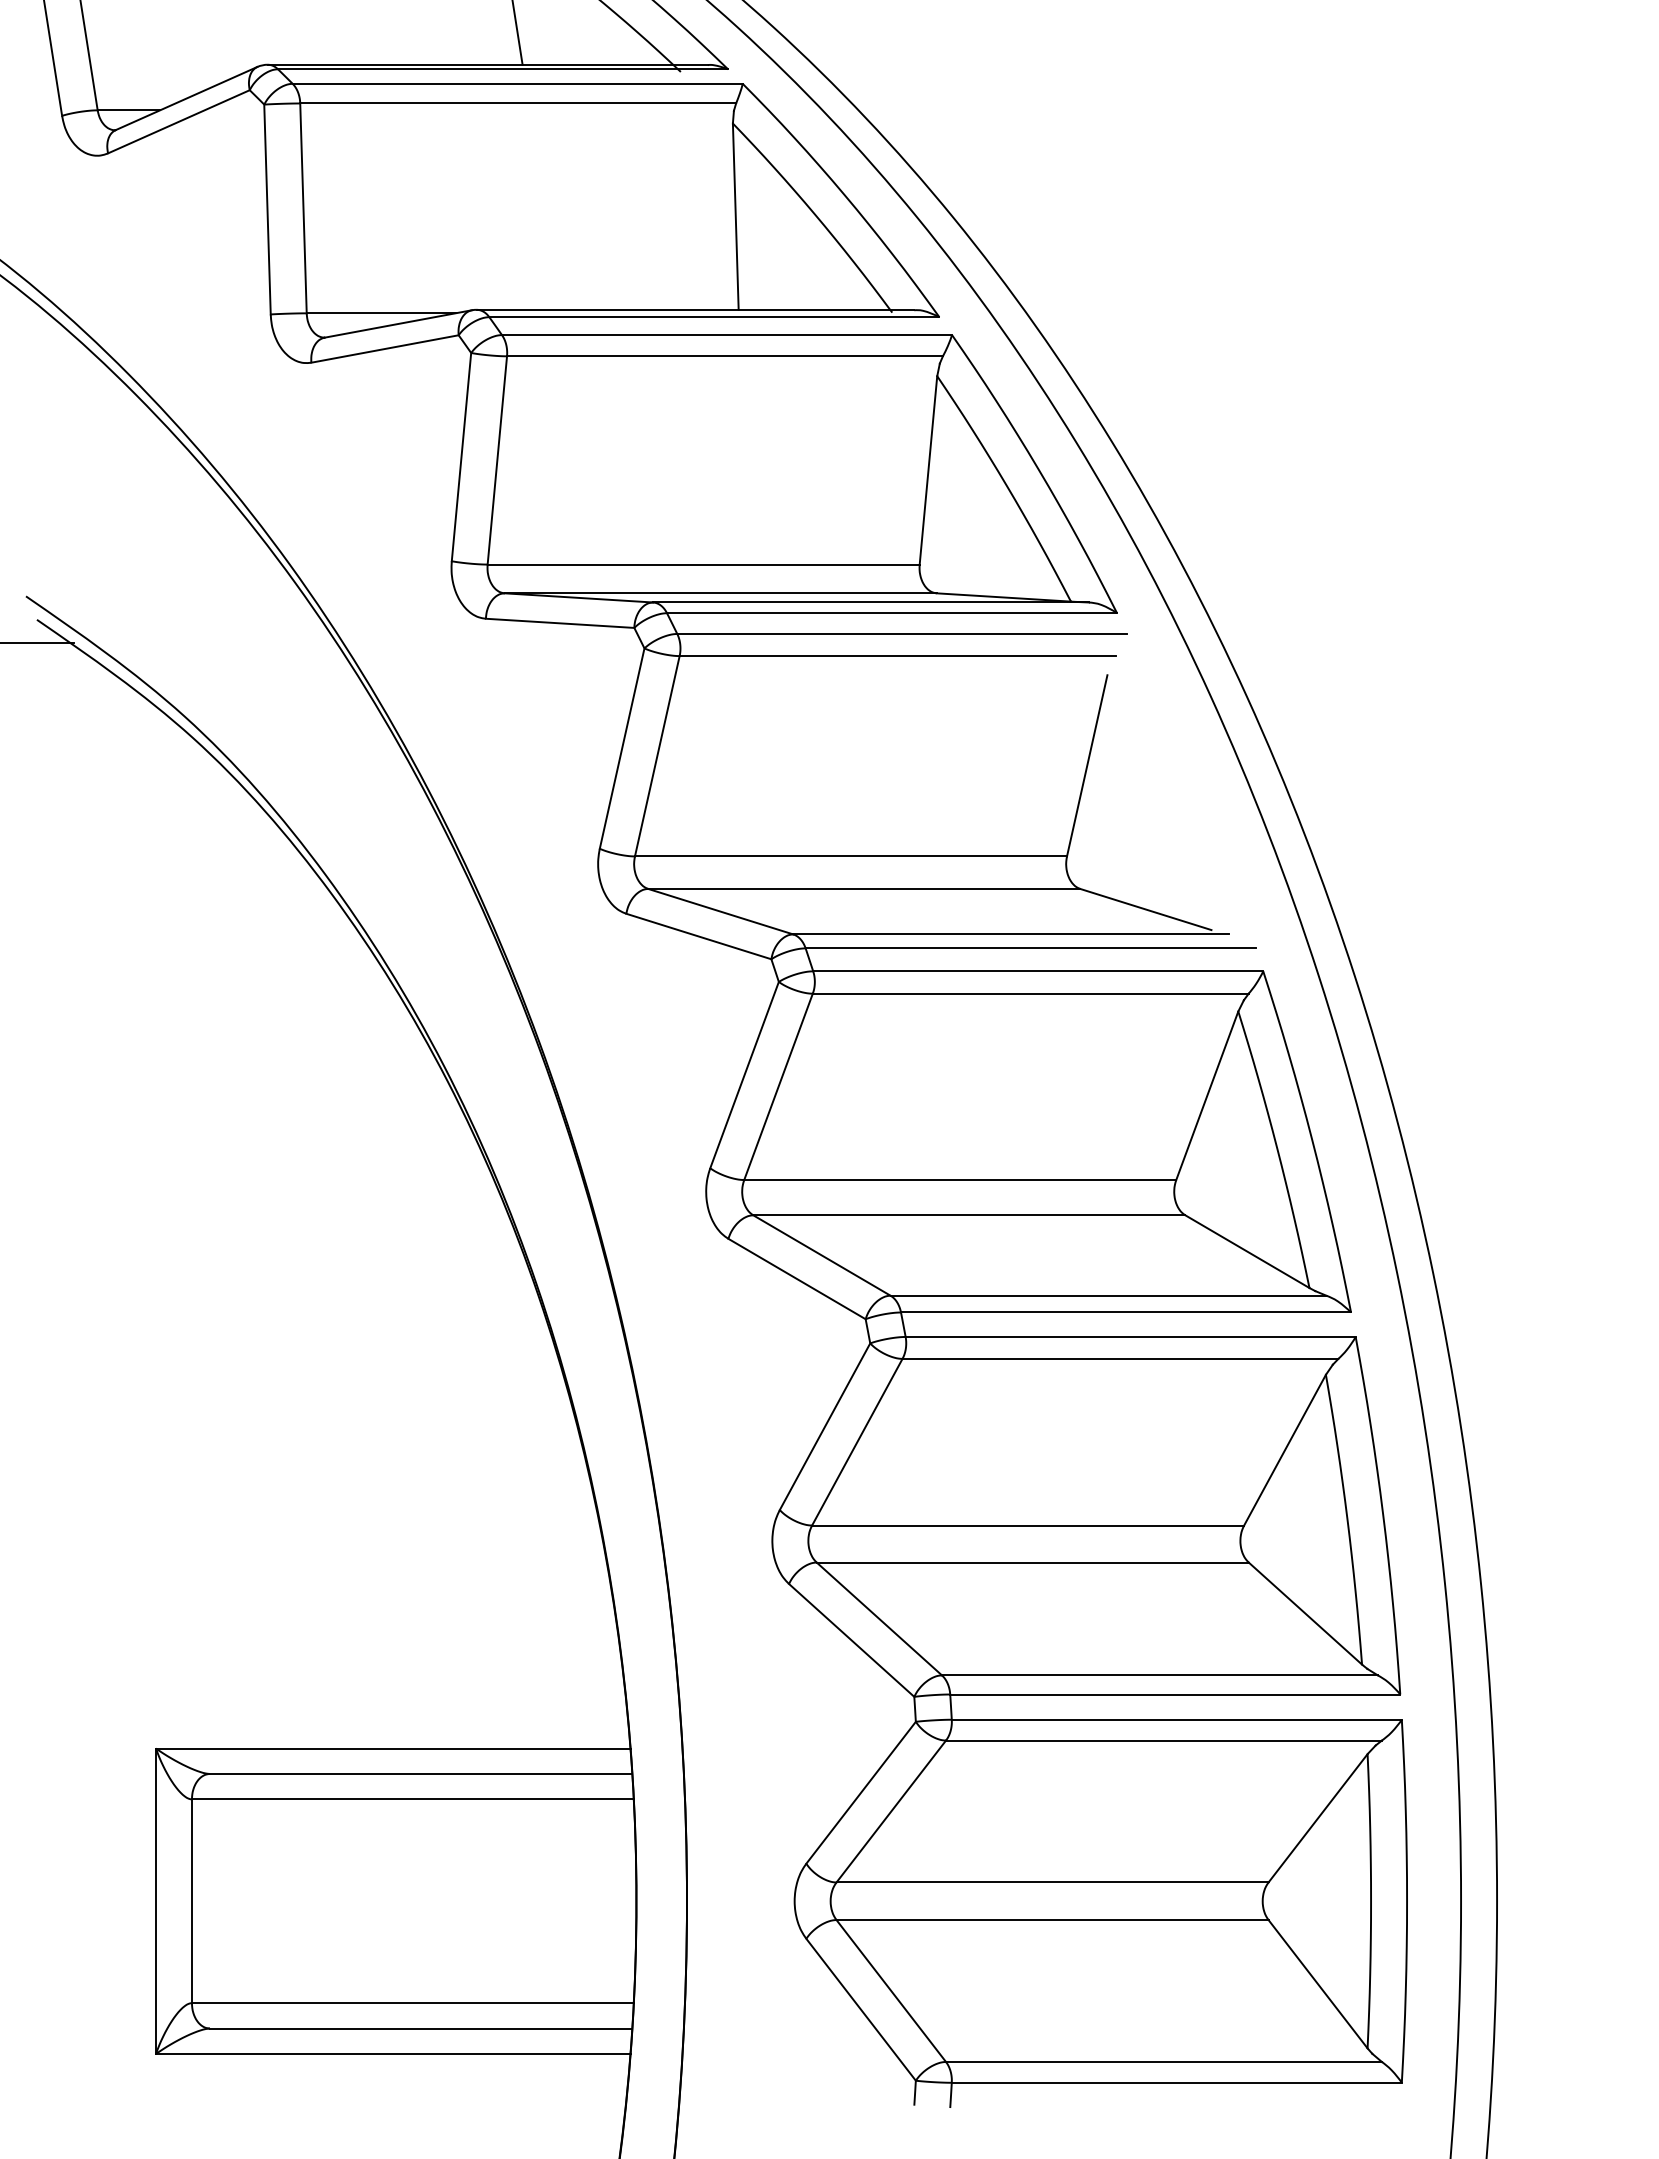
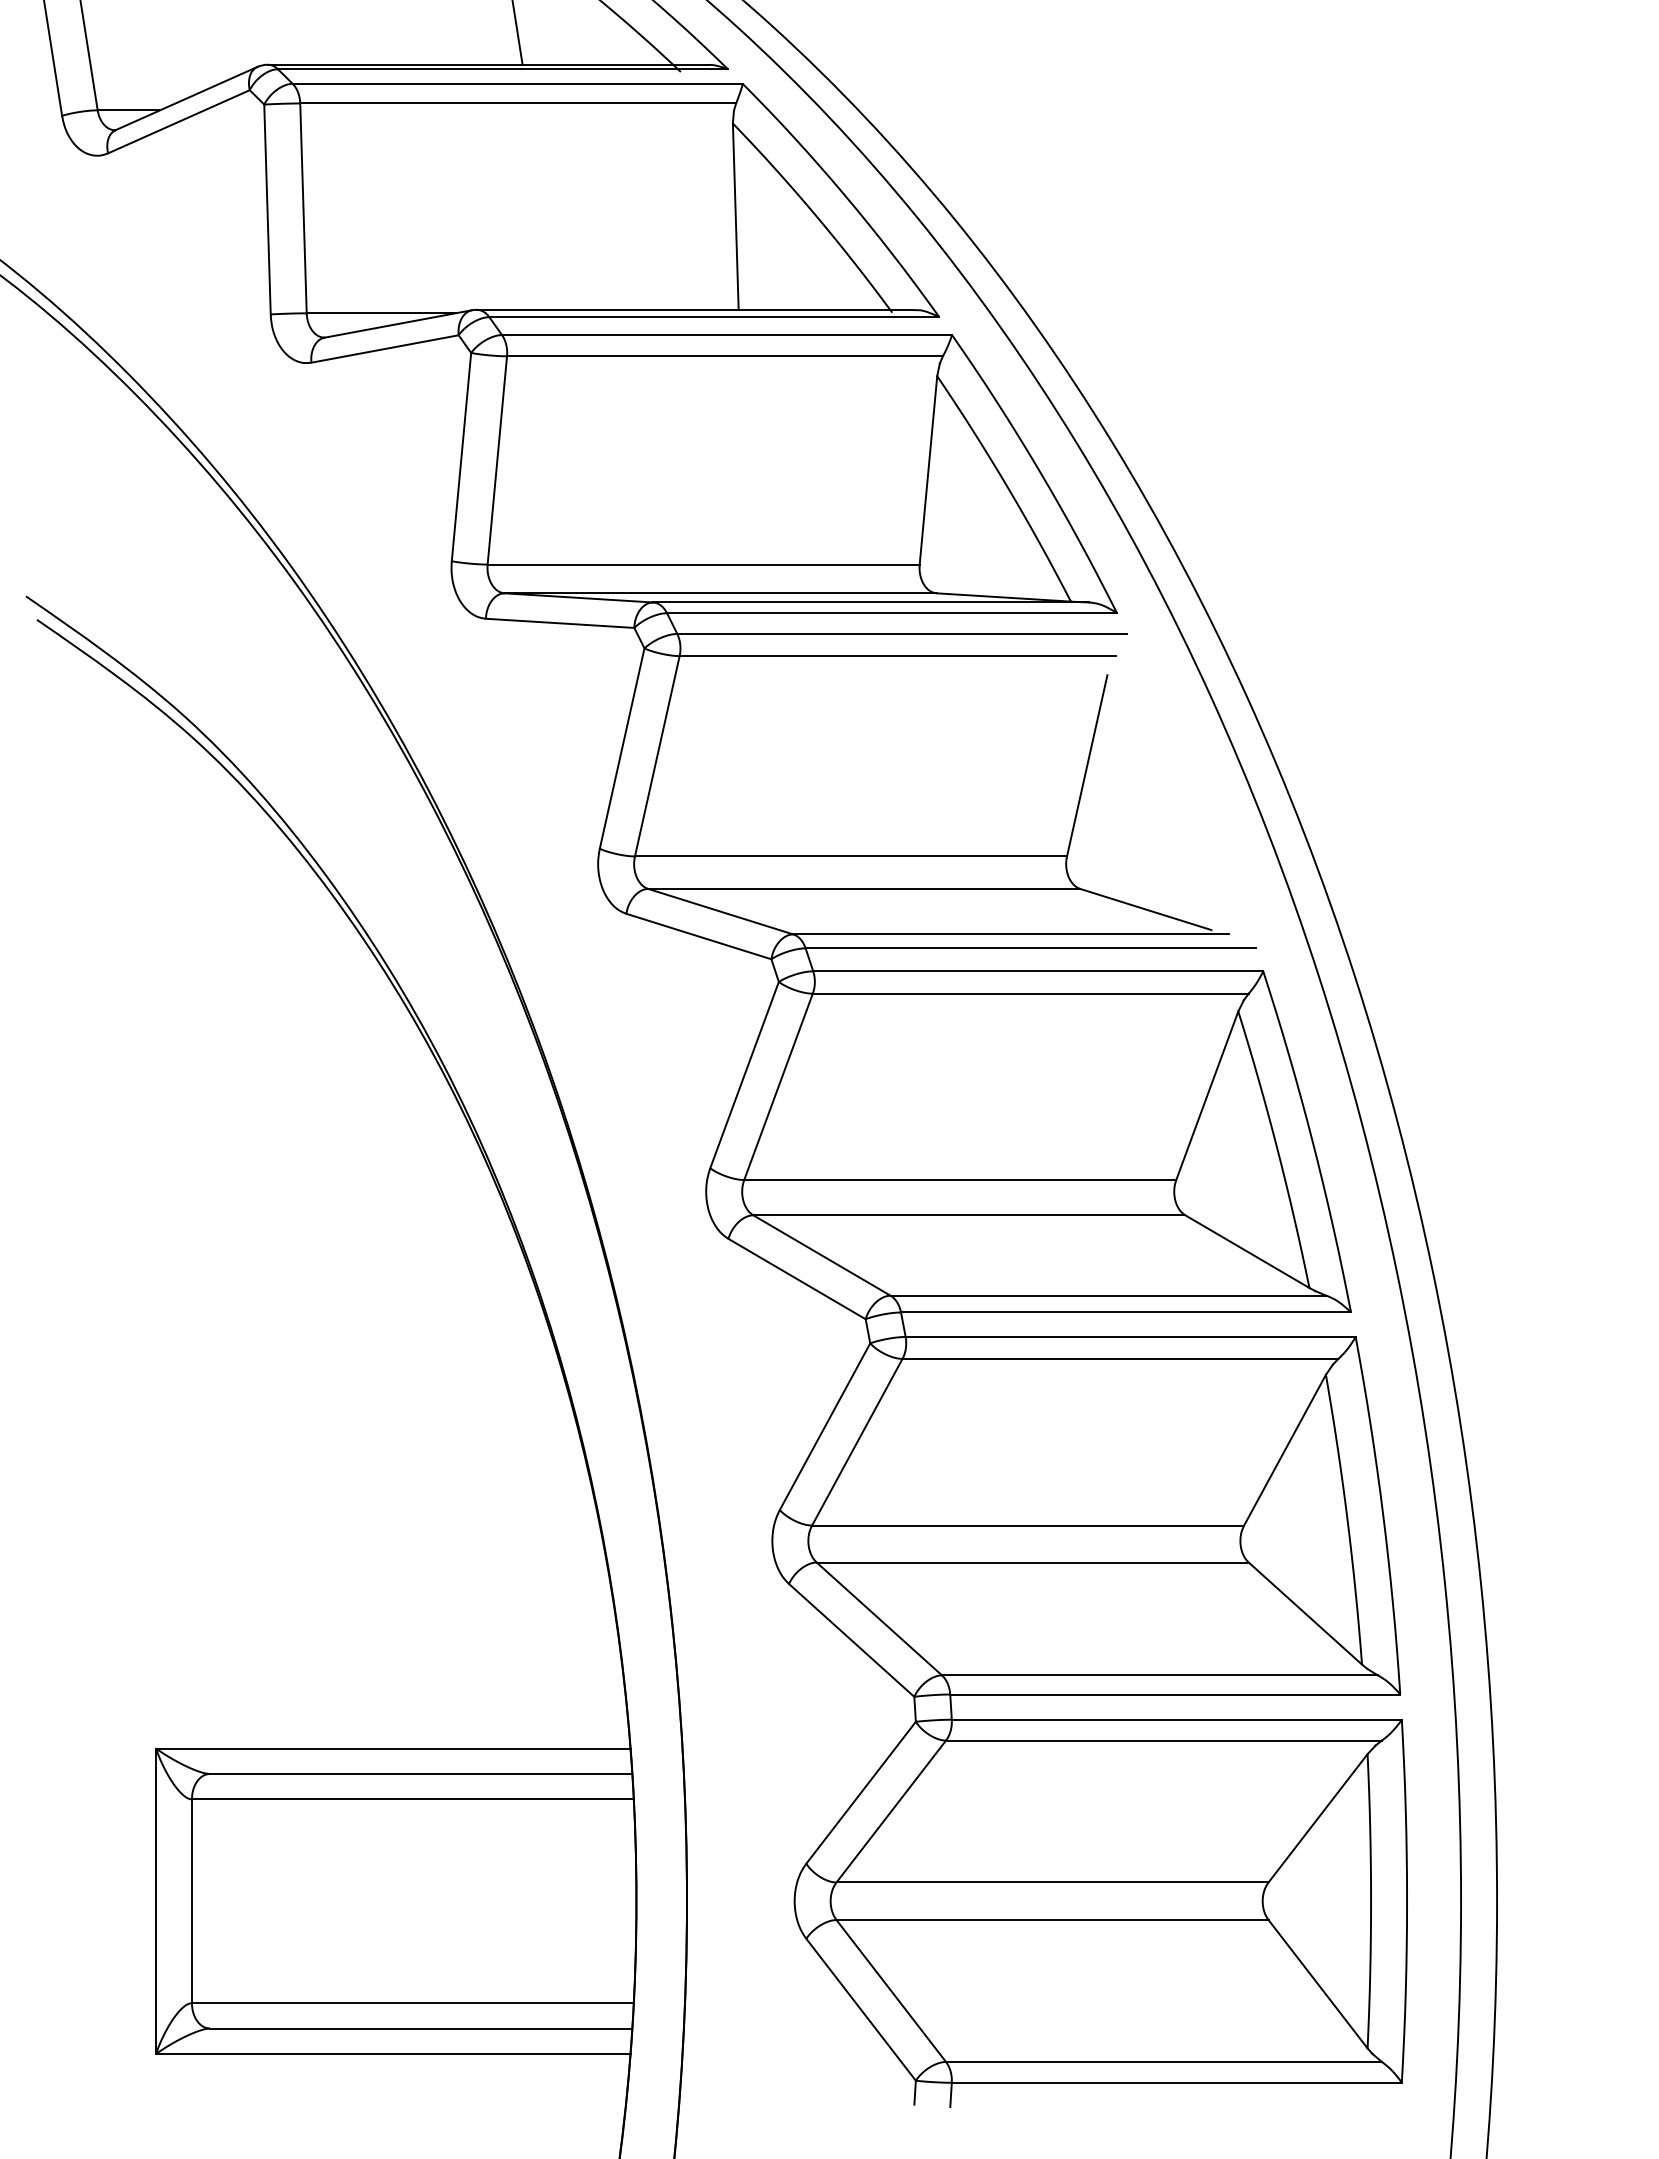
line at (37, 643): present -> none
